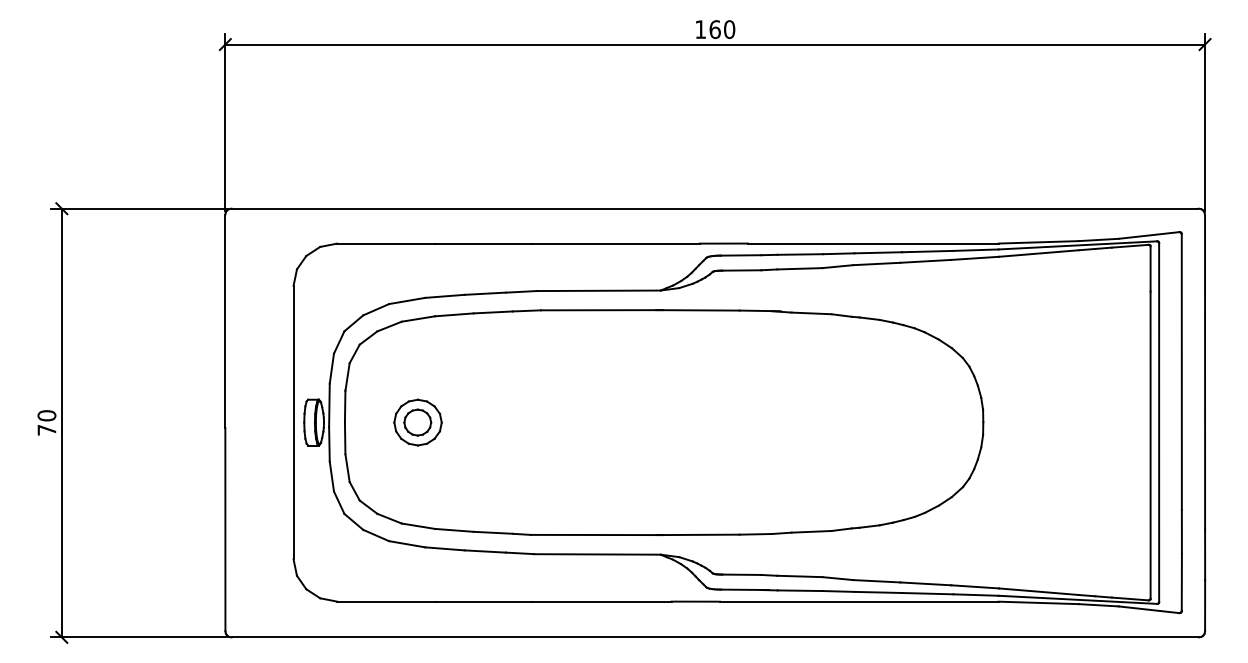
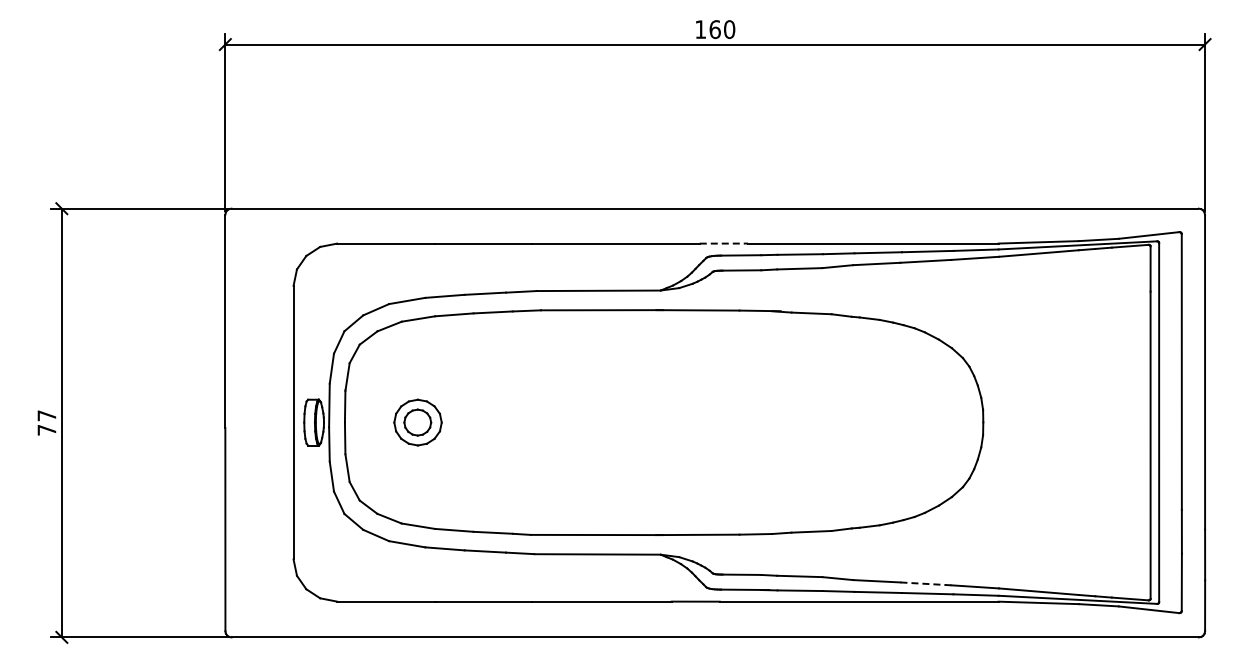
line at (724, 243): solid -> dashed
text at (46, 415): 70 -> 77
line at (925, 583): solid -> dashed
